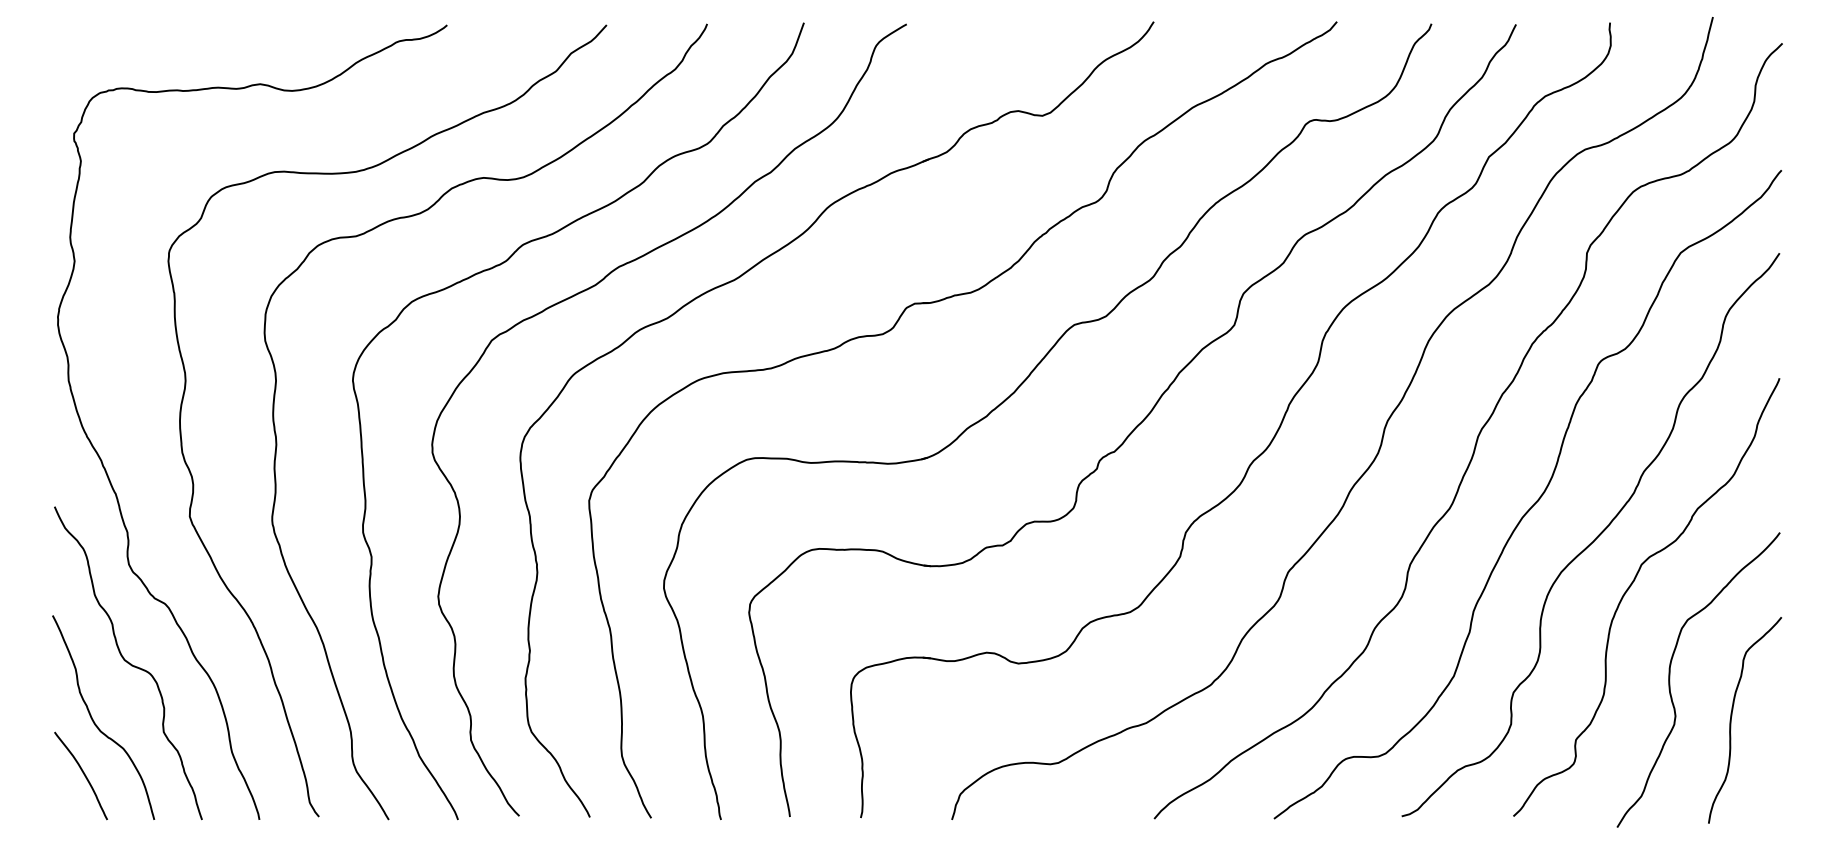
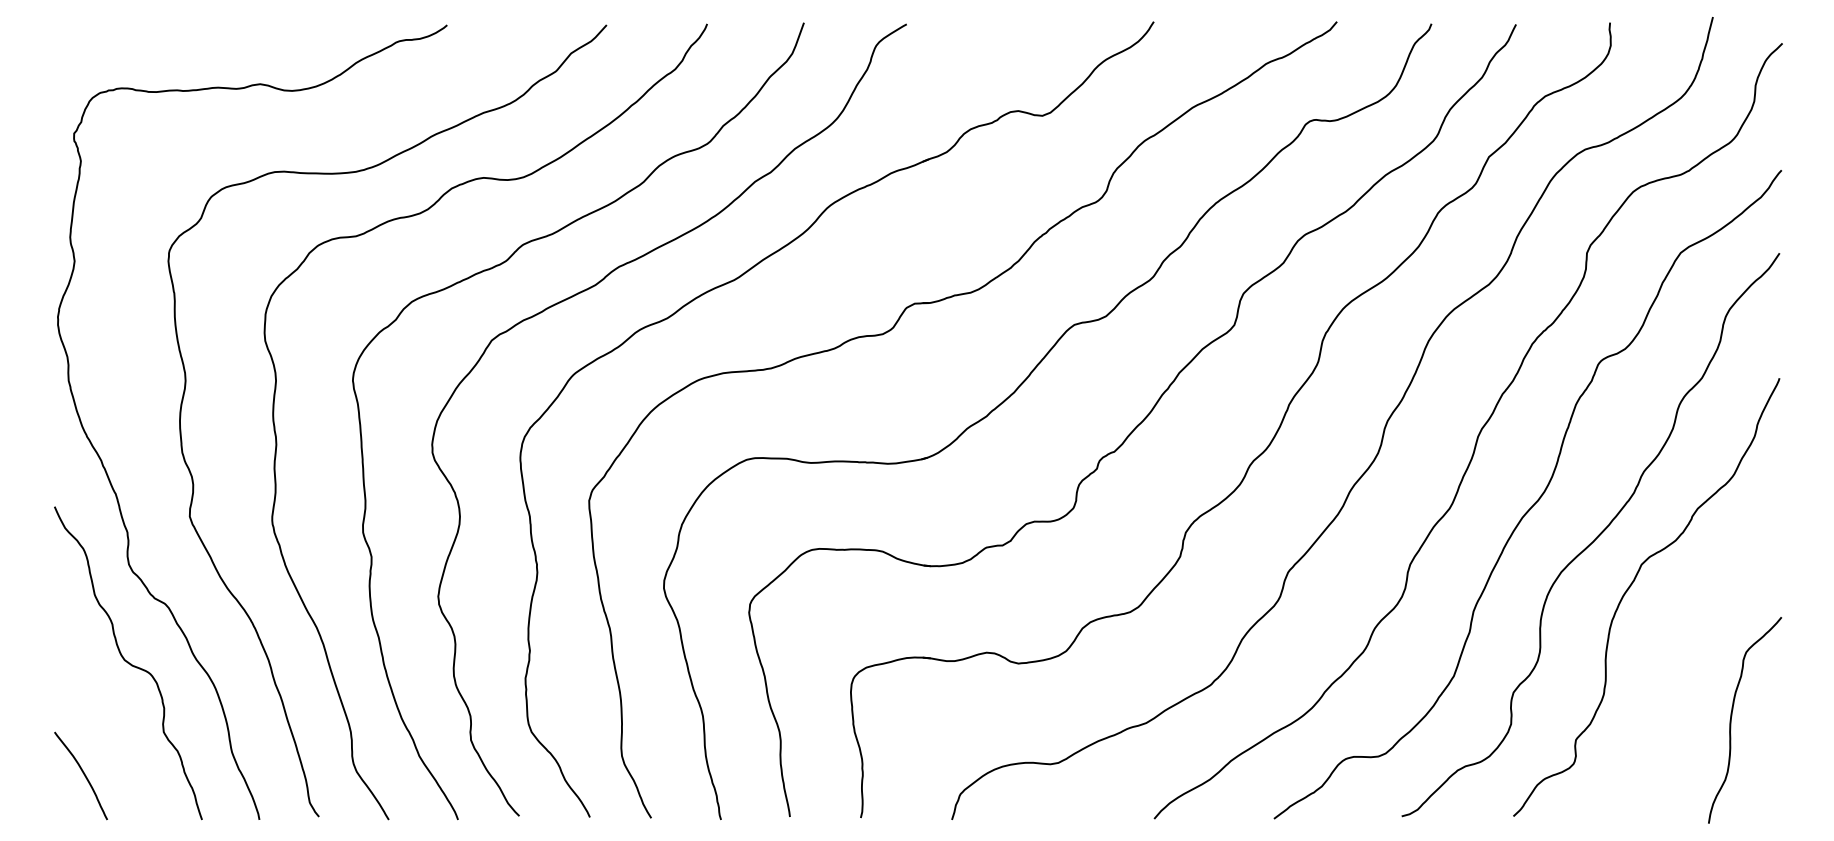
curve at (1670, 679): present -> none
curve at (95, 722): present -> none
